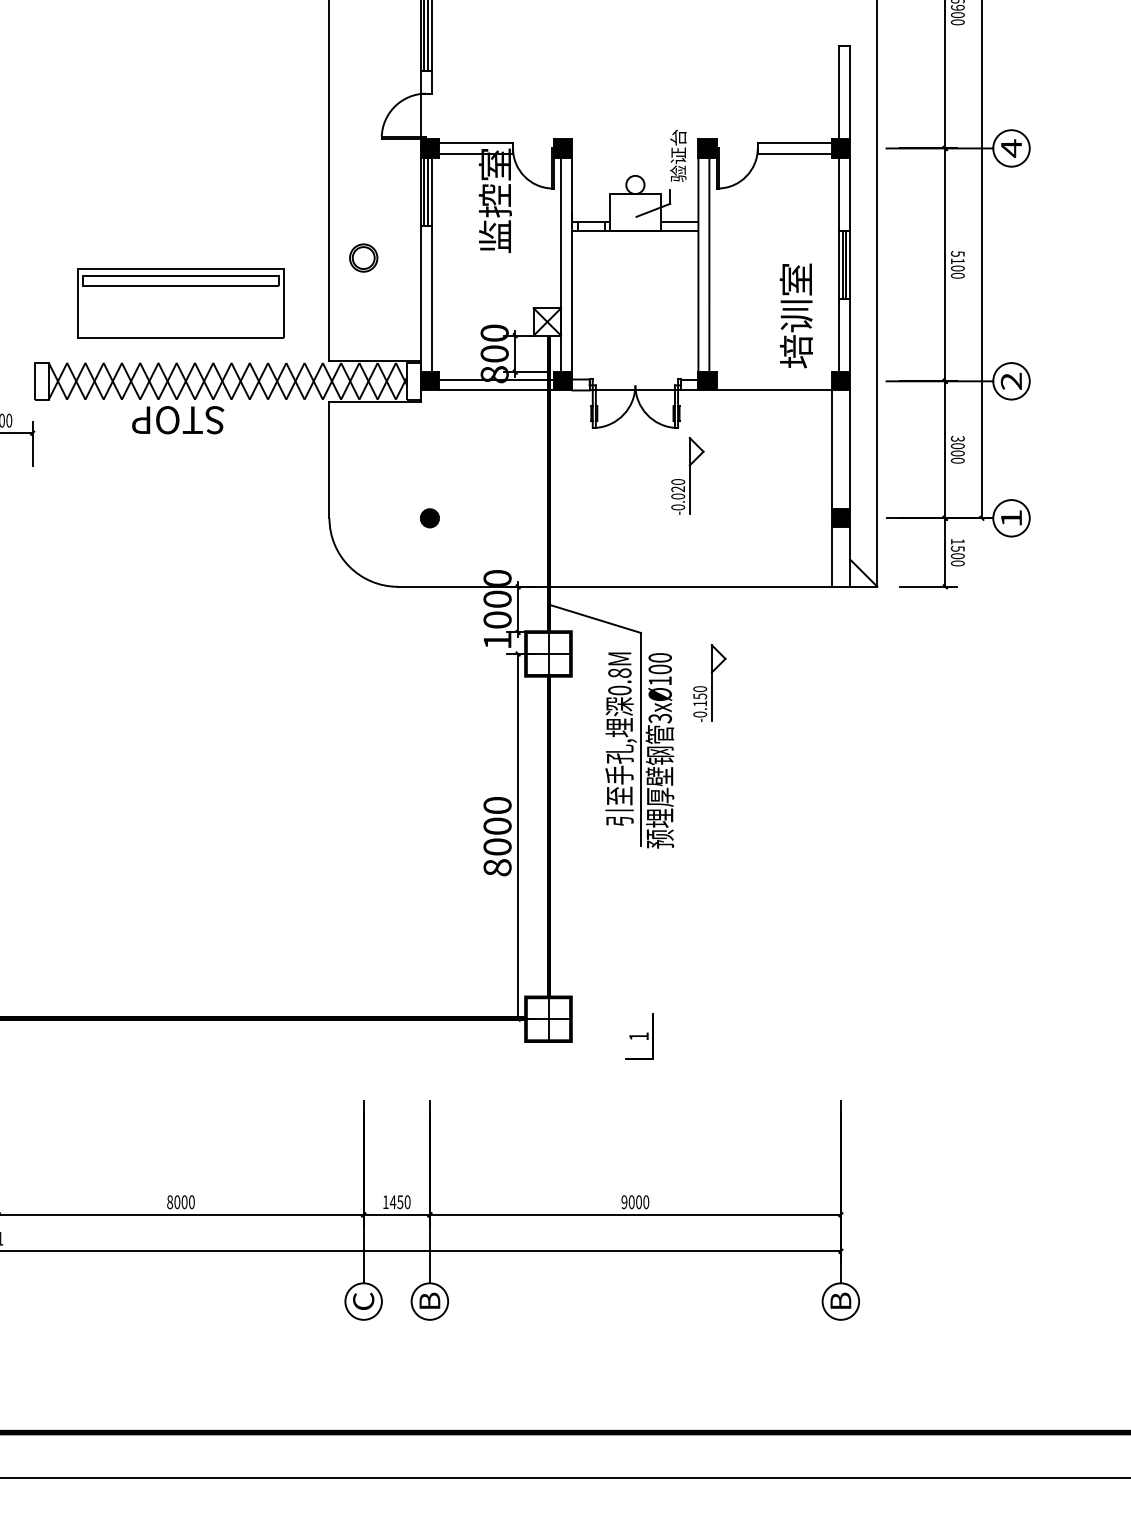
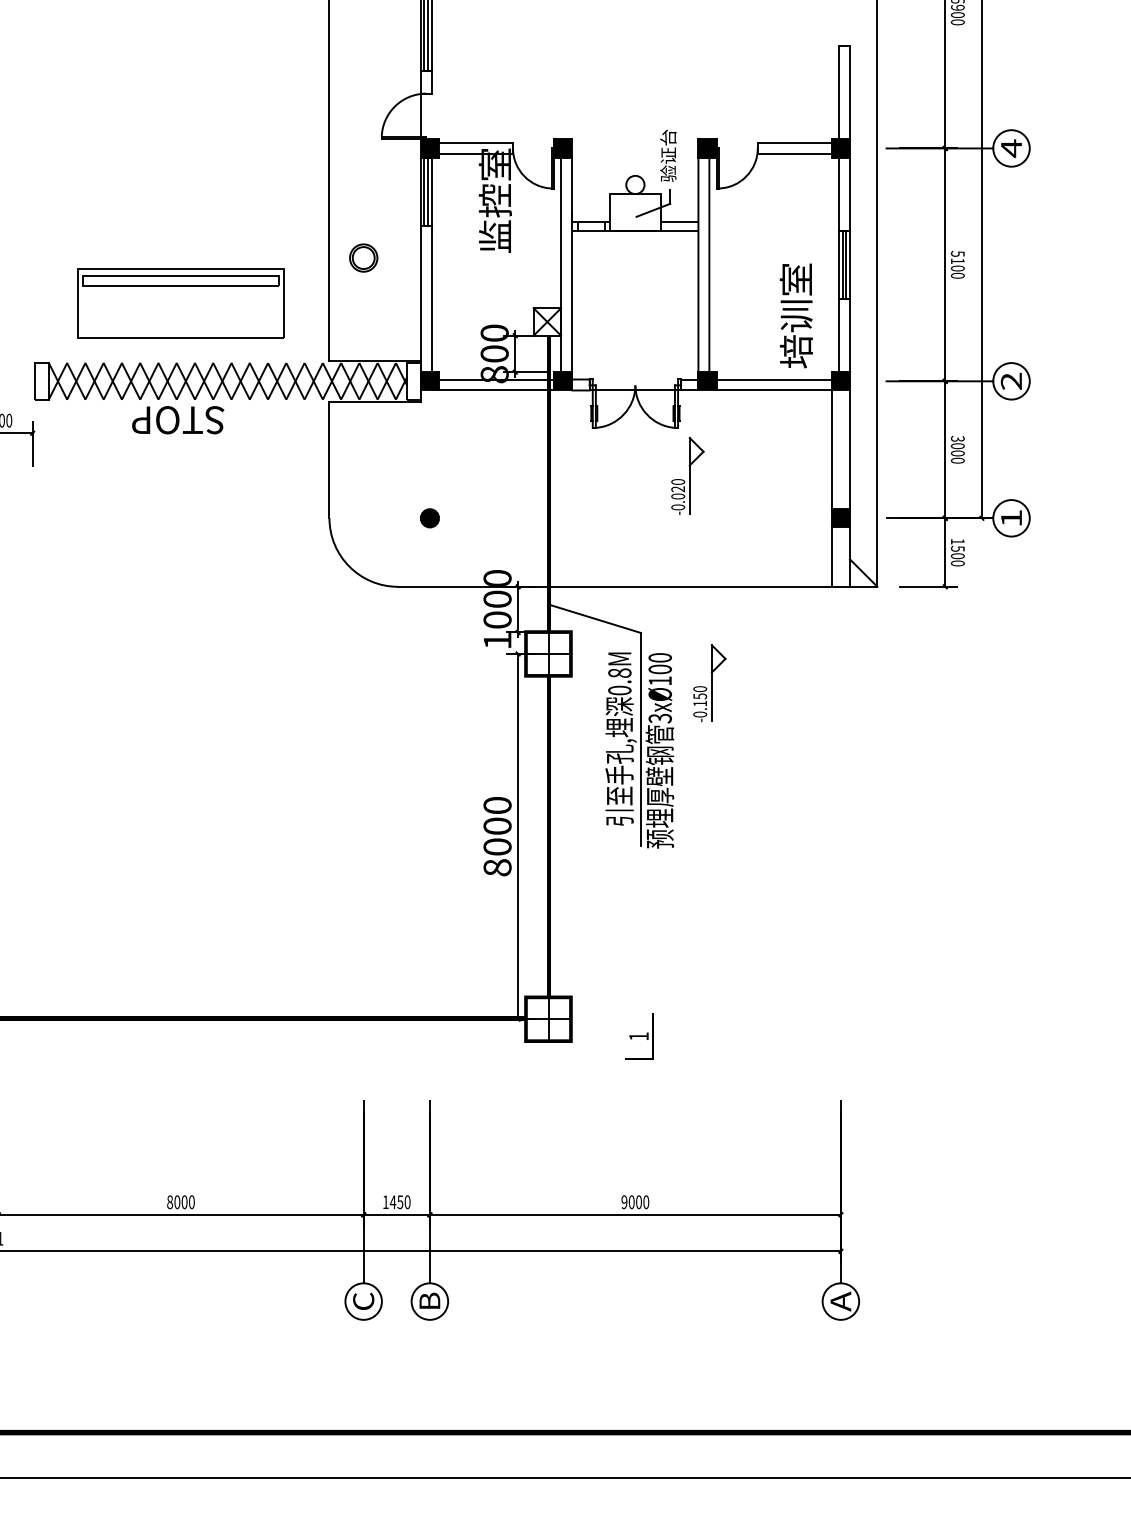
text at (678, 155) position: (678, 155) -> (668, 155)
line at (773, 379): none -> present
text at (840, 1301): B -> A
